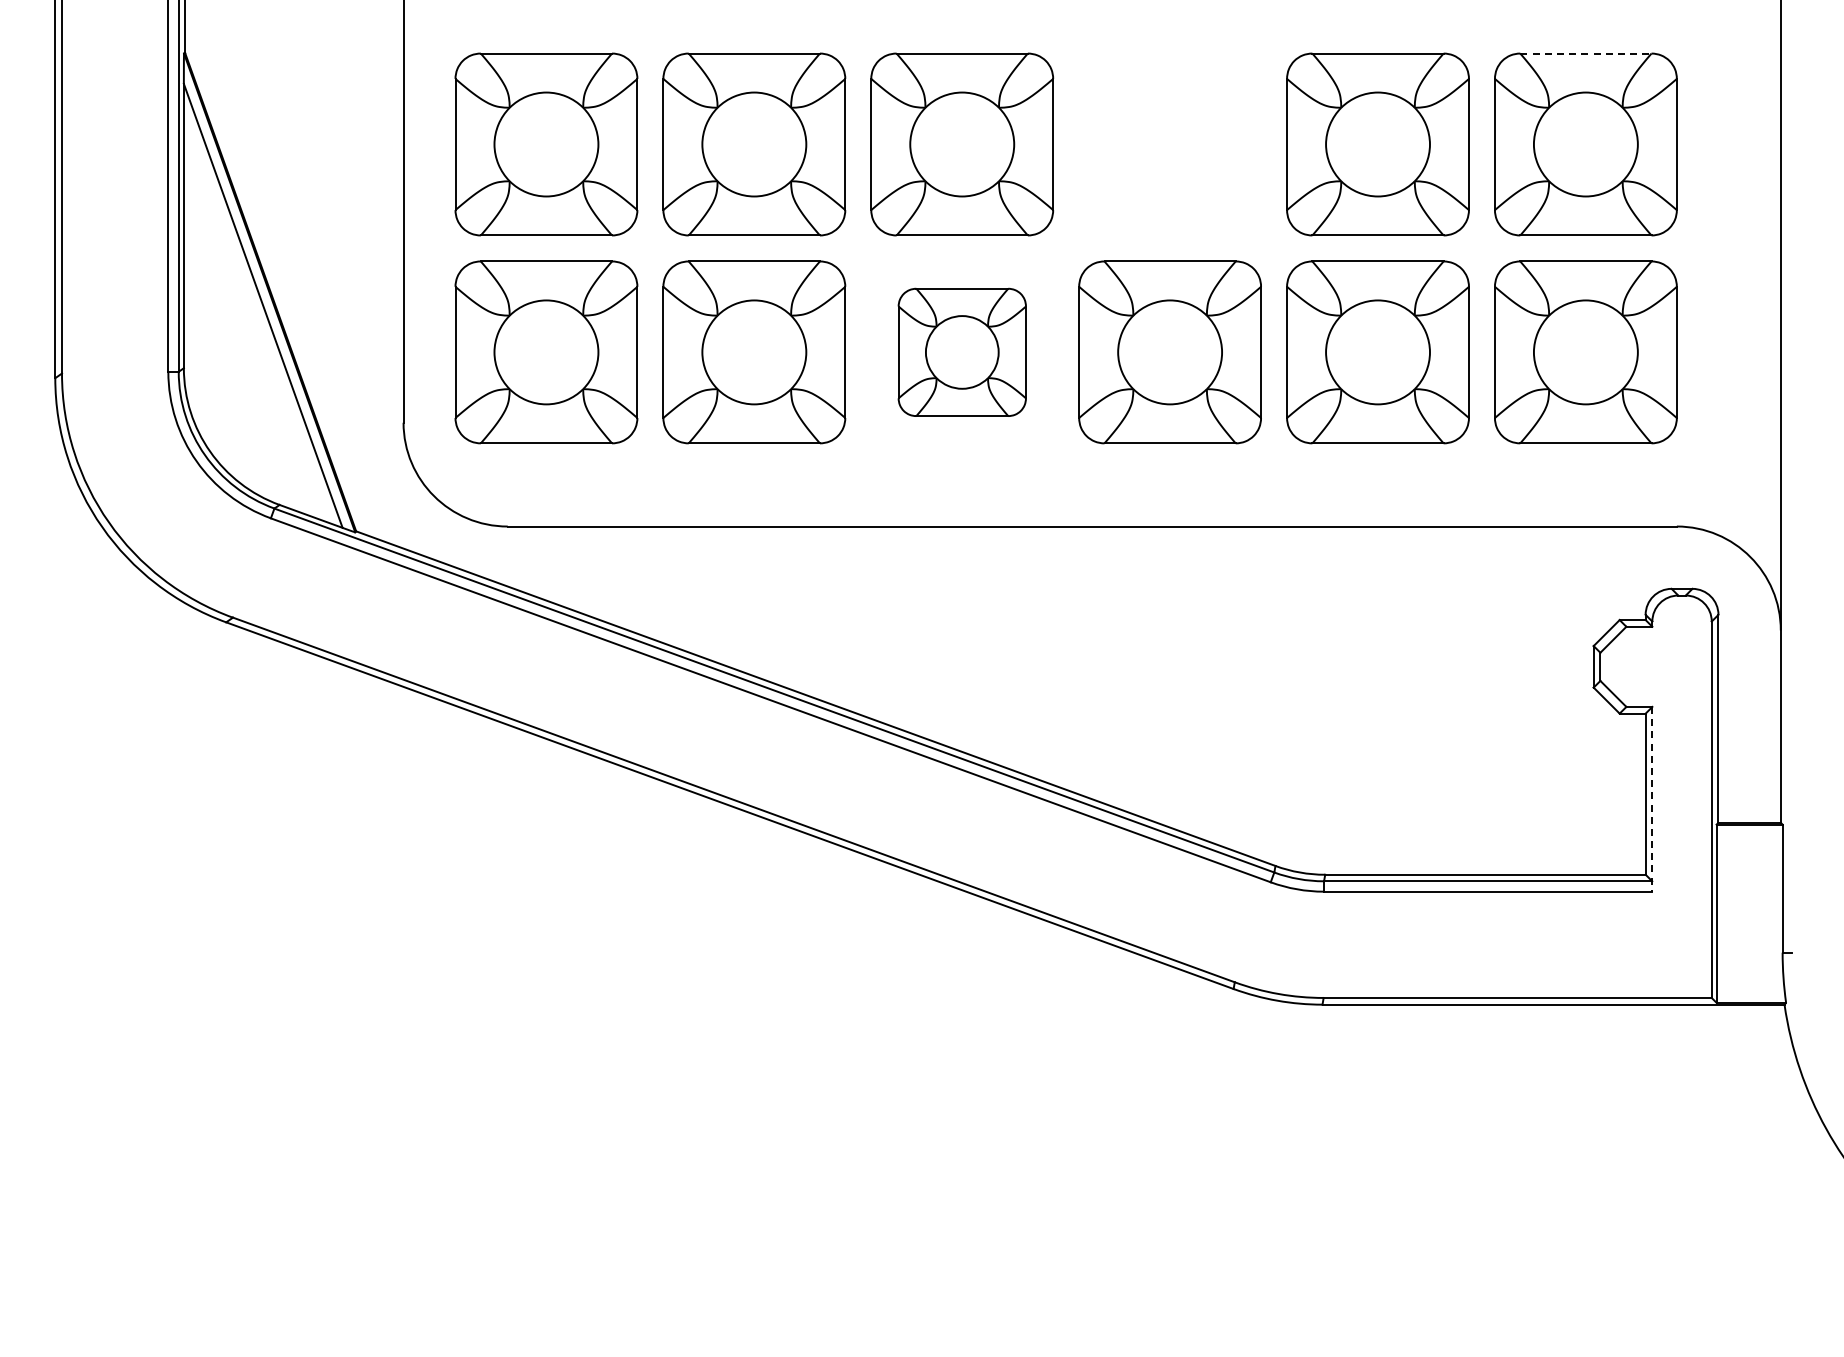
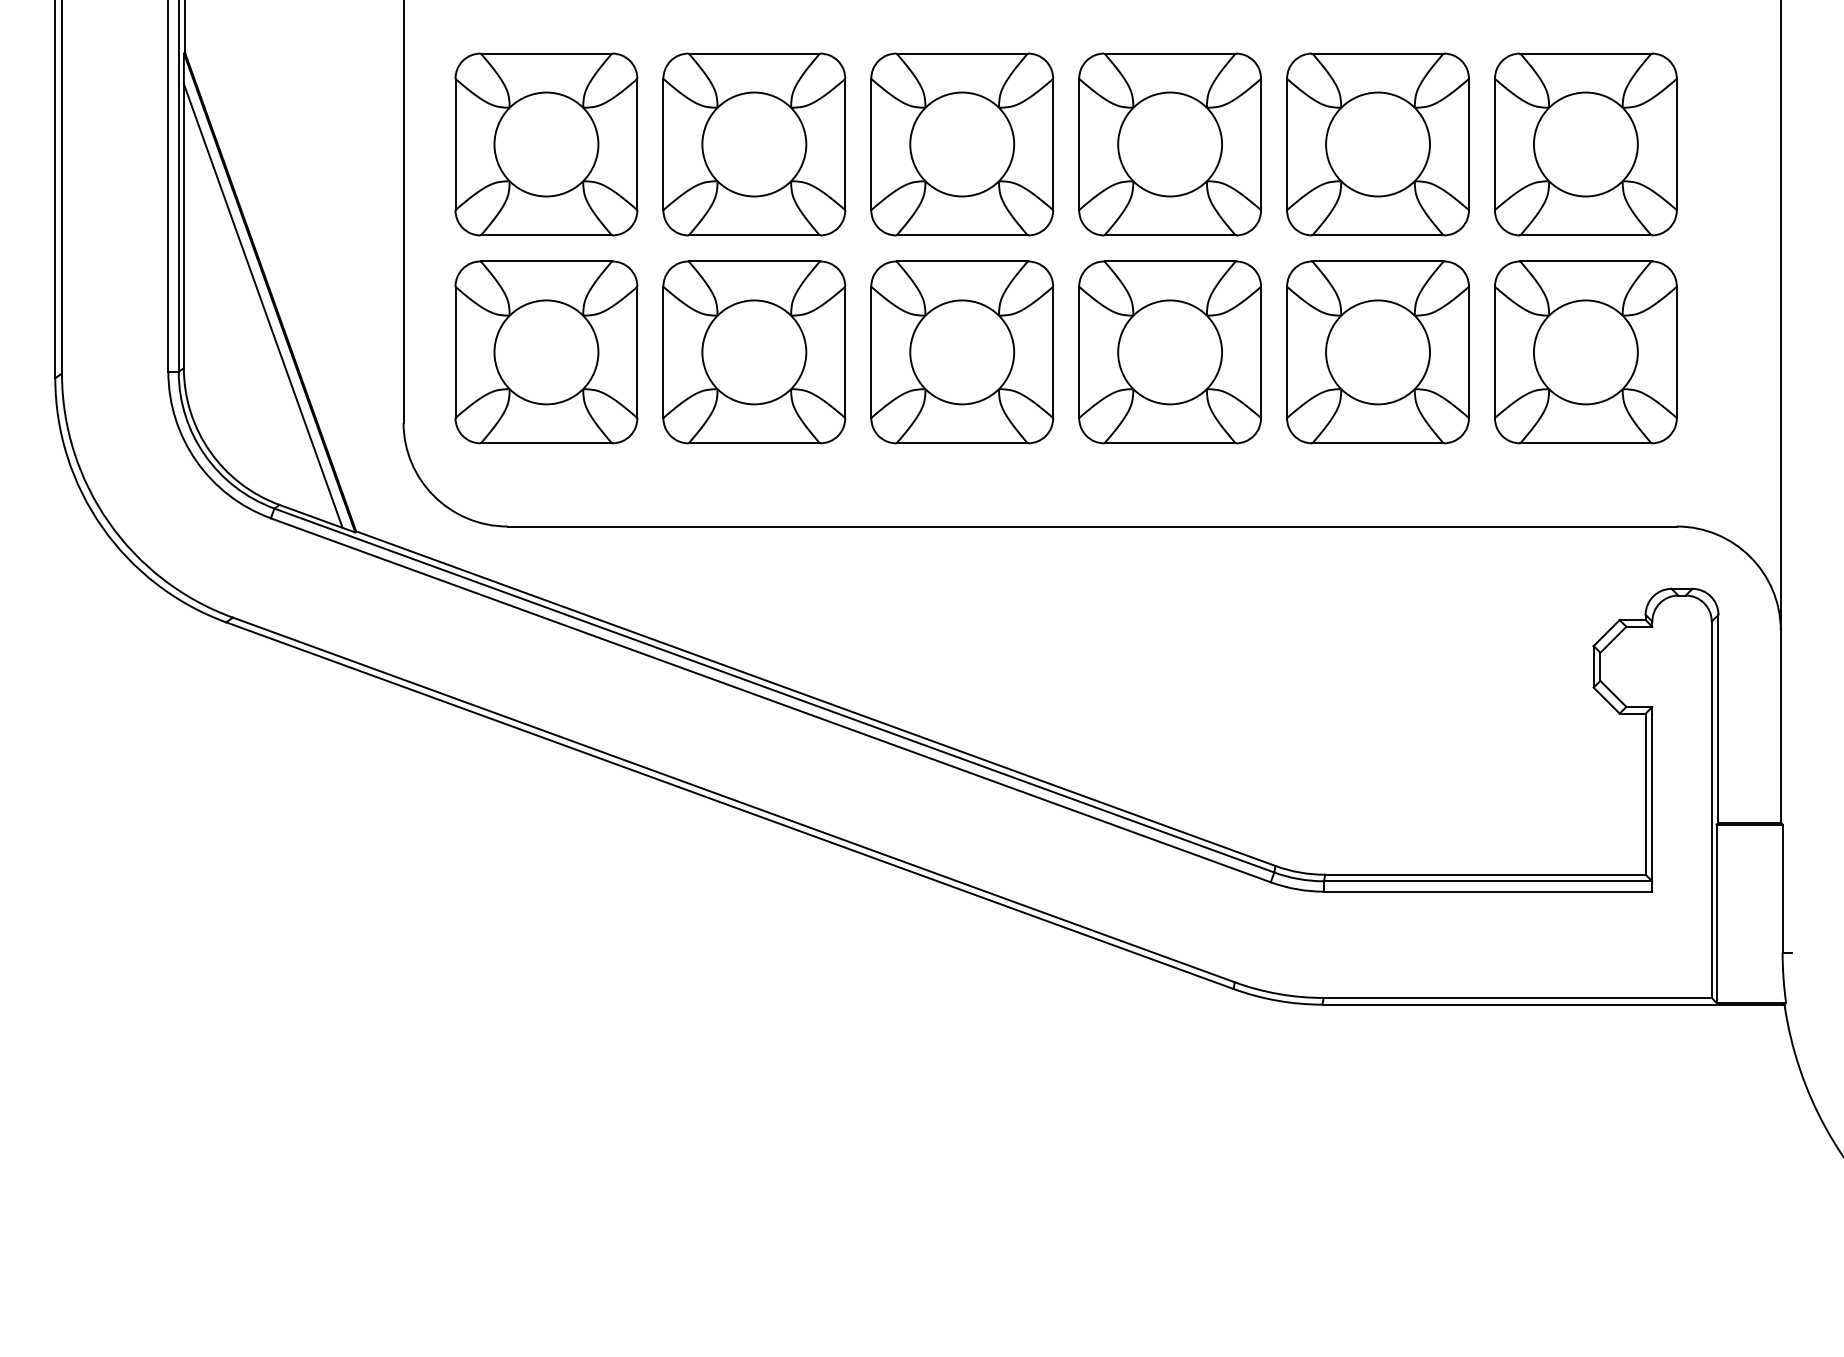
line at (1585, 53): dashed -> solid
part at (1169, 144): none -> present
part at (961, 351) size: 130x130 px -> 185x185 px
line at (1652, 799): dashed -> solid
